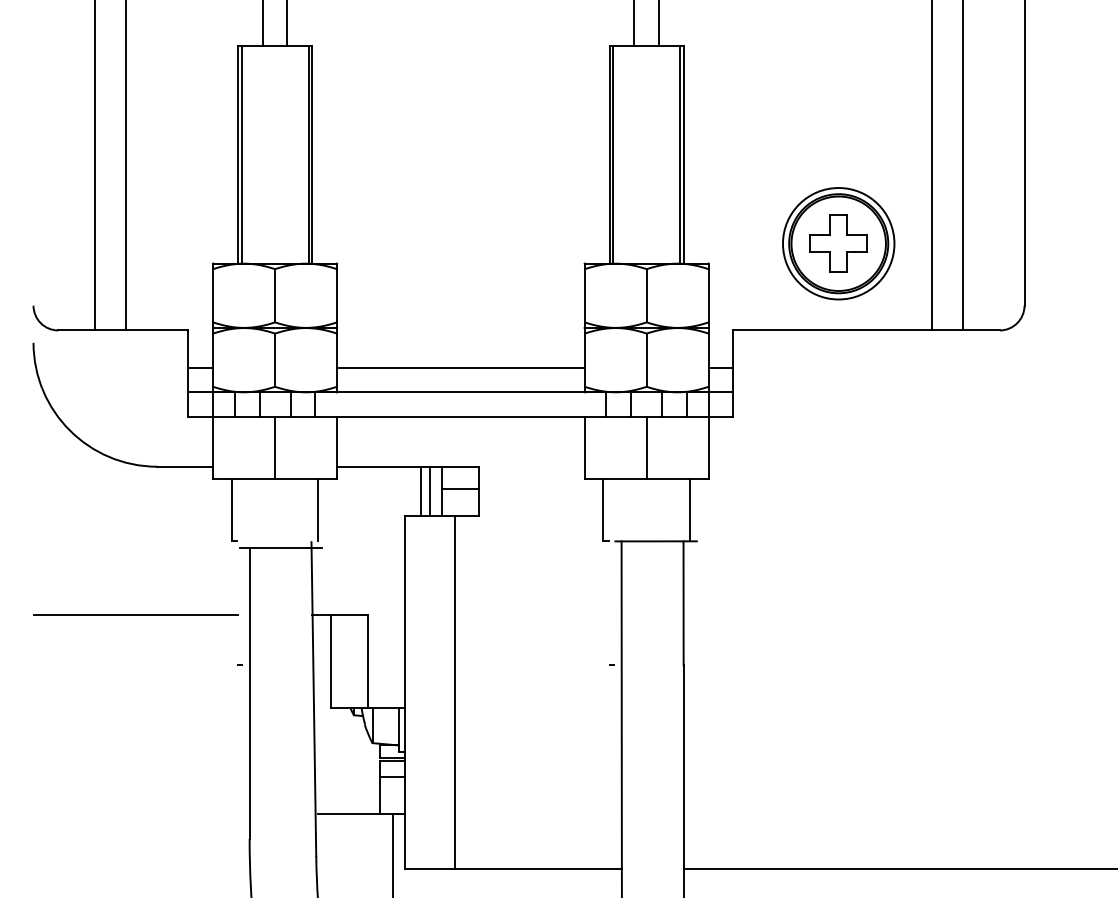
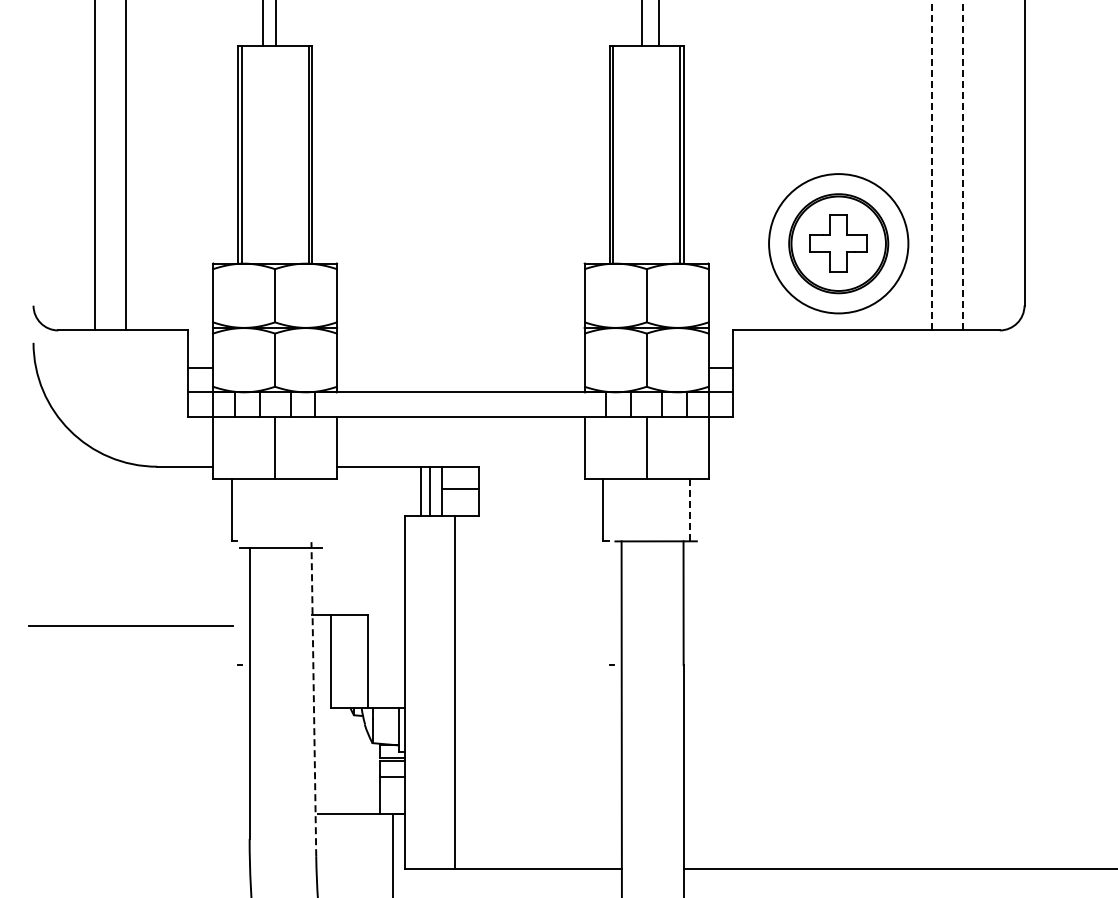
line at (287, 23) position: (287, 23) -> (276, 23)
line at (634, 23) position: (634, 23) -> (642, 23)
line at (931, 165): solid -> dashed
line at (962, 165): solid -> dashed
circle at (838, 243) diameter: 111 px -> 139 px
line at (460, 367): present -> none
line at (318, 510): present -> none
line at (690, 510): solid -> dashed
line at (135, 614) position: (135, 614) -> (130, 625)
line at (313, 698): solid -> dashed
